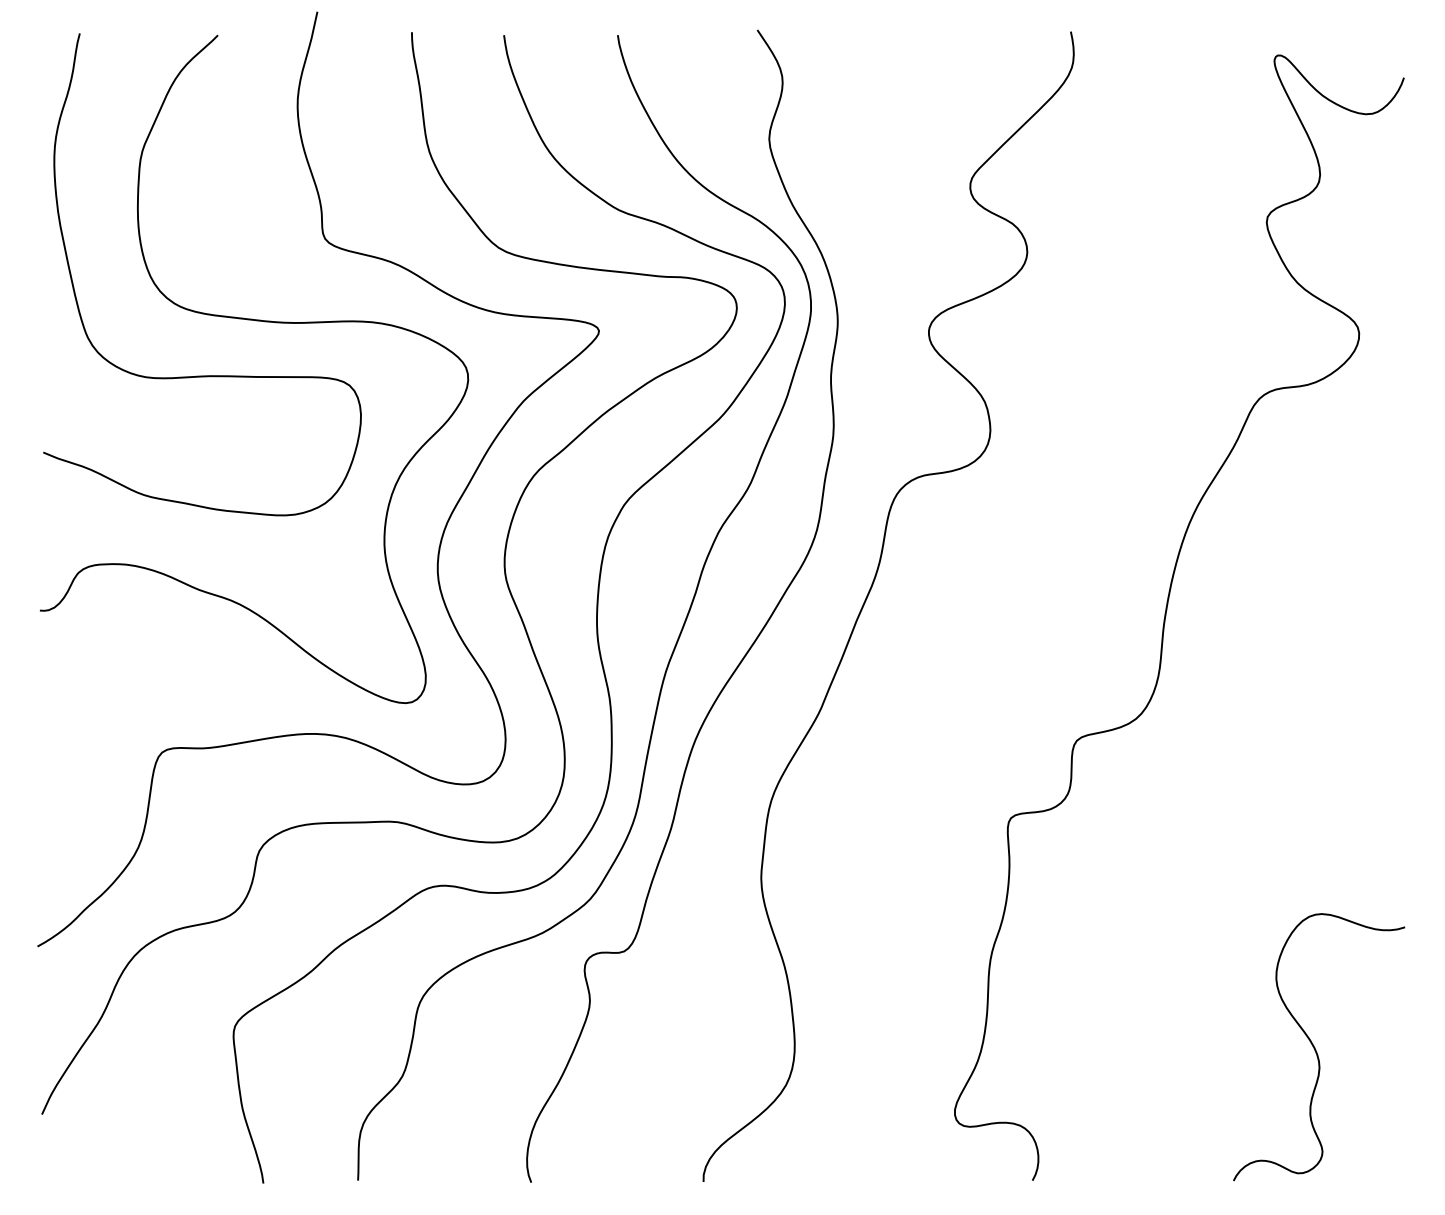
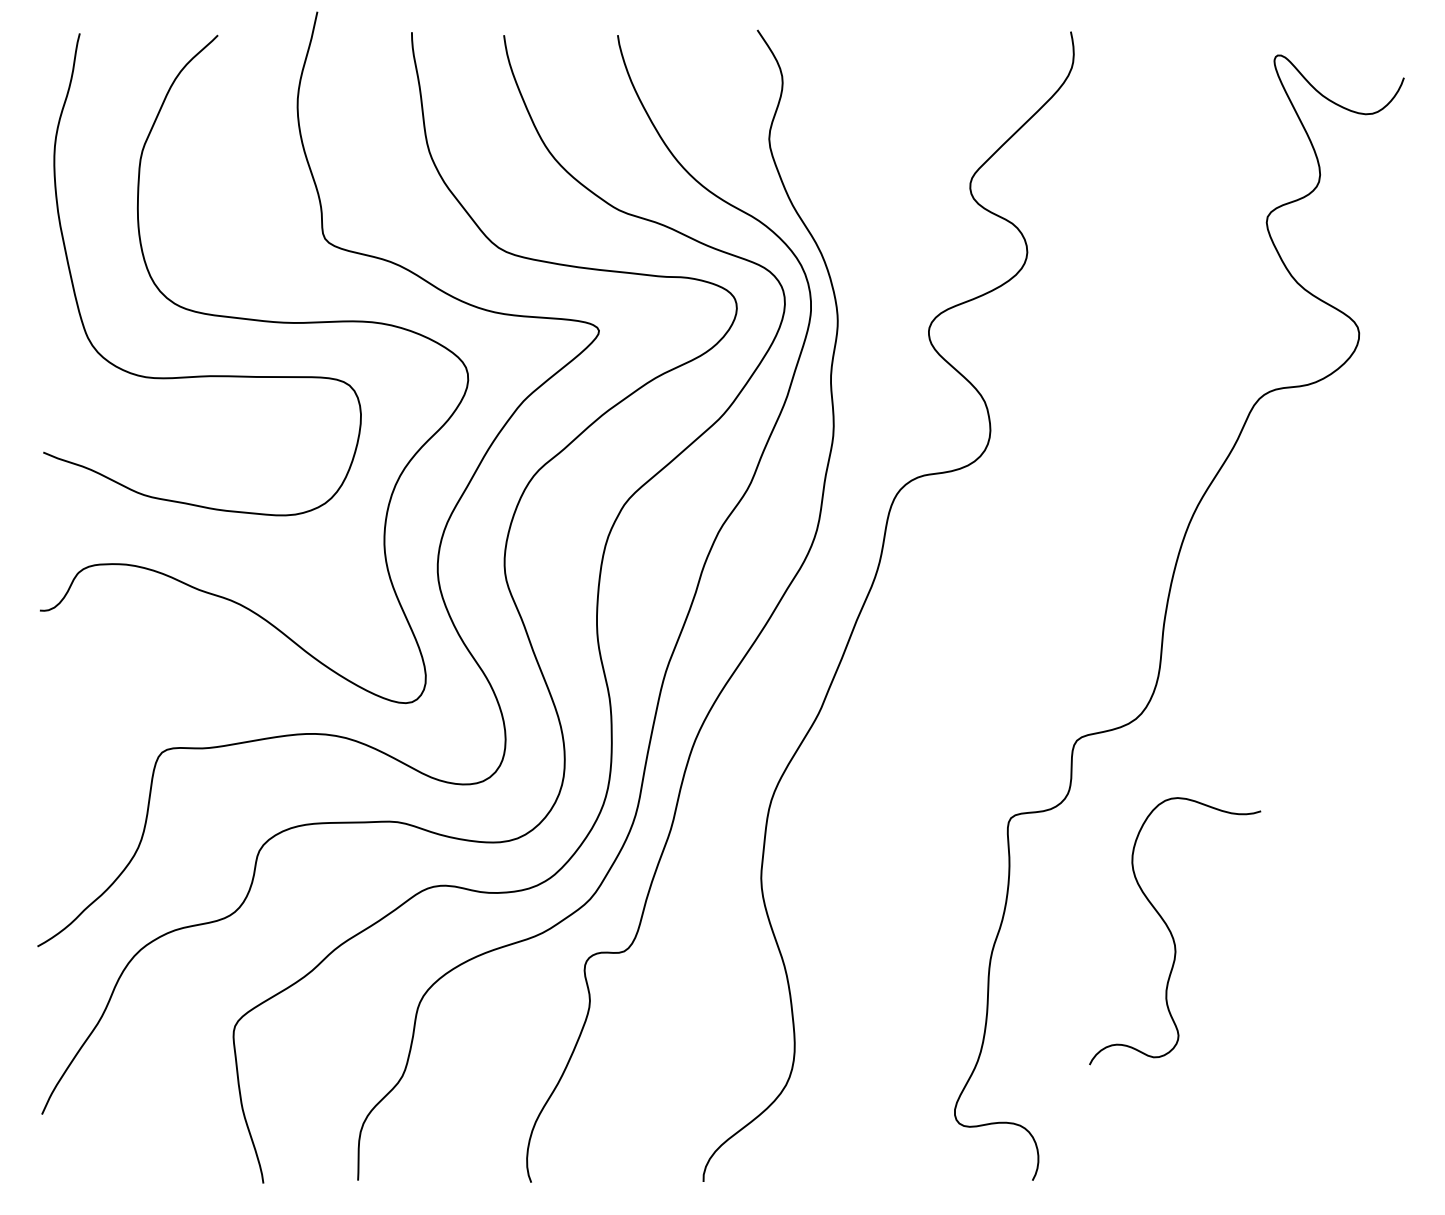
curve at (1316, 1049) position: (1316, 1049) -> (1172, 933)
